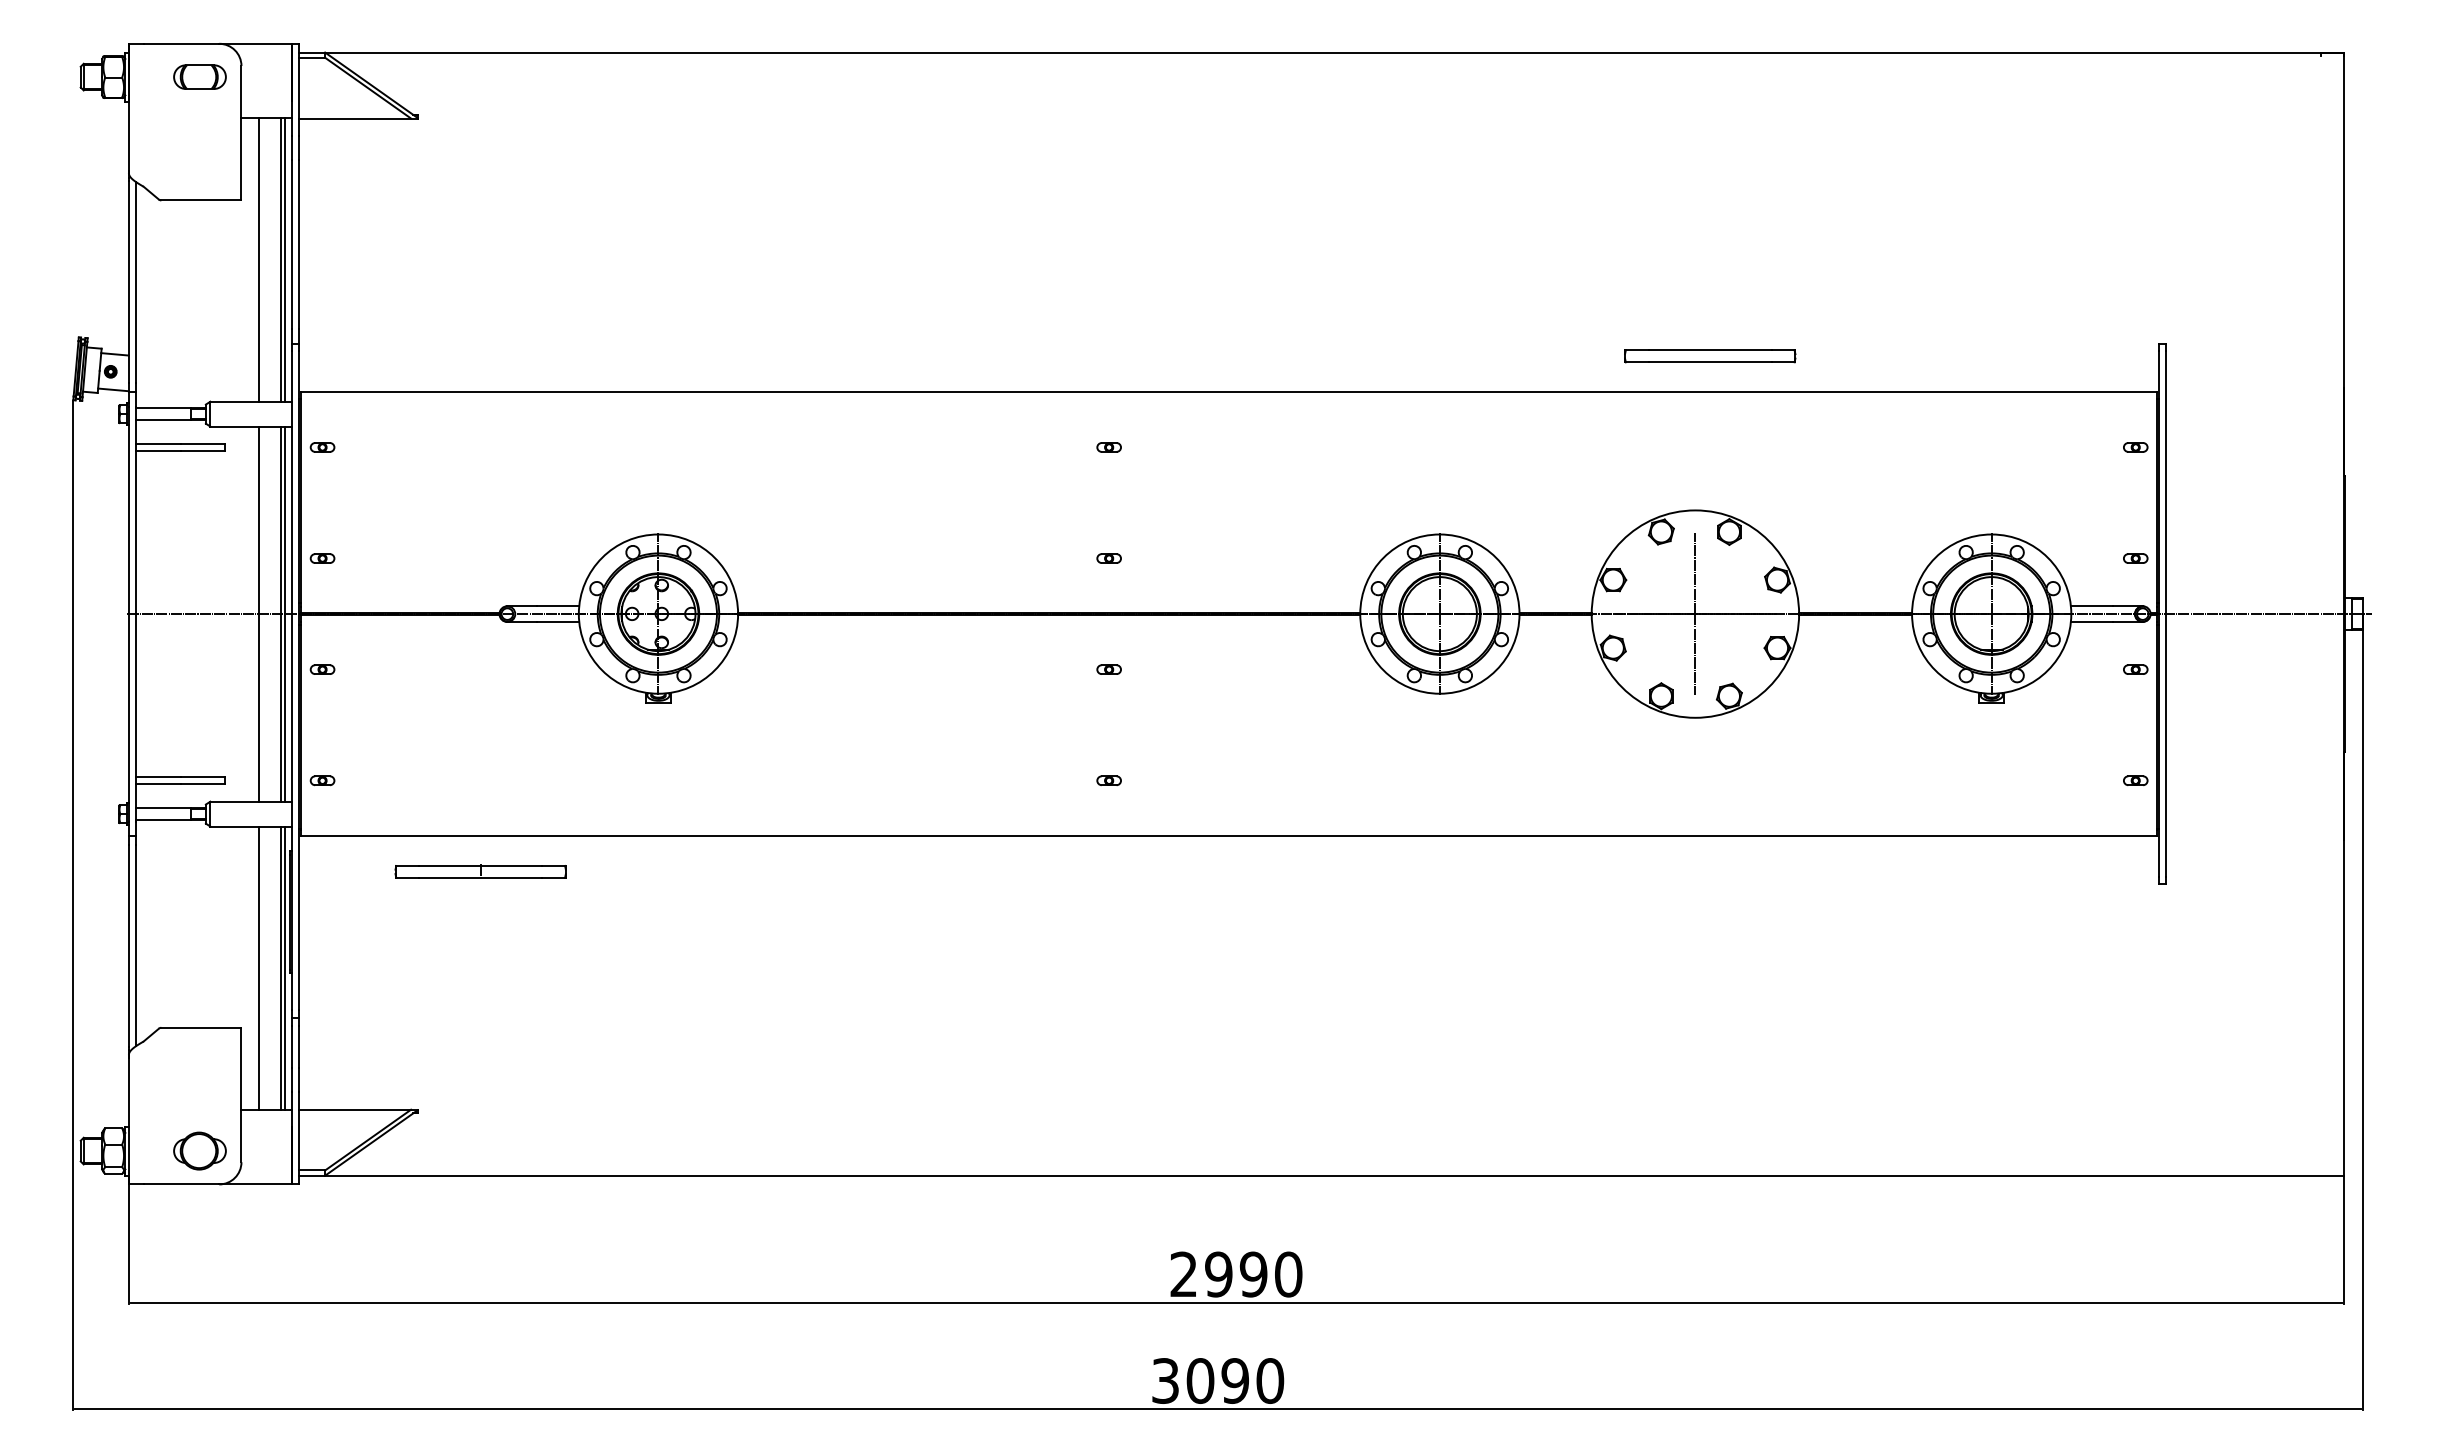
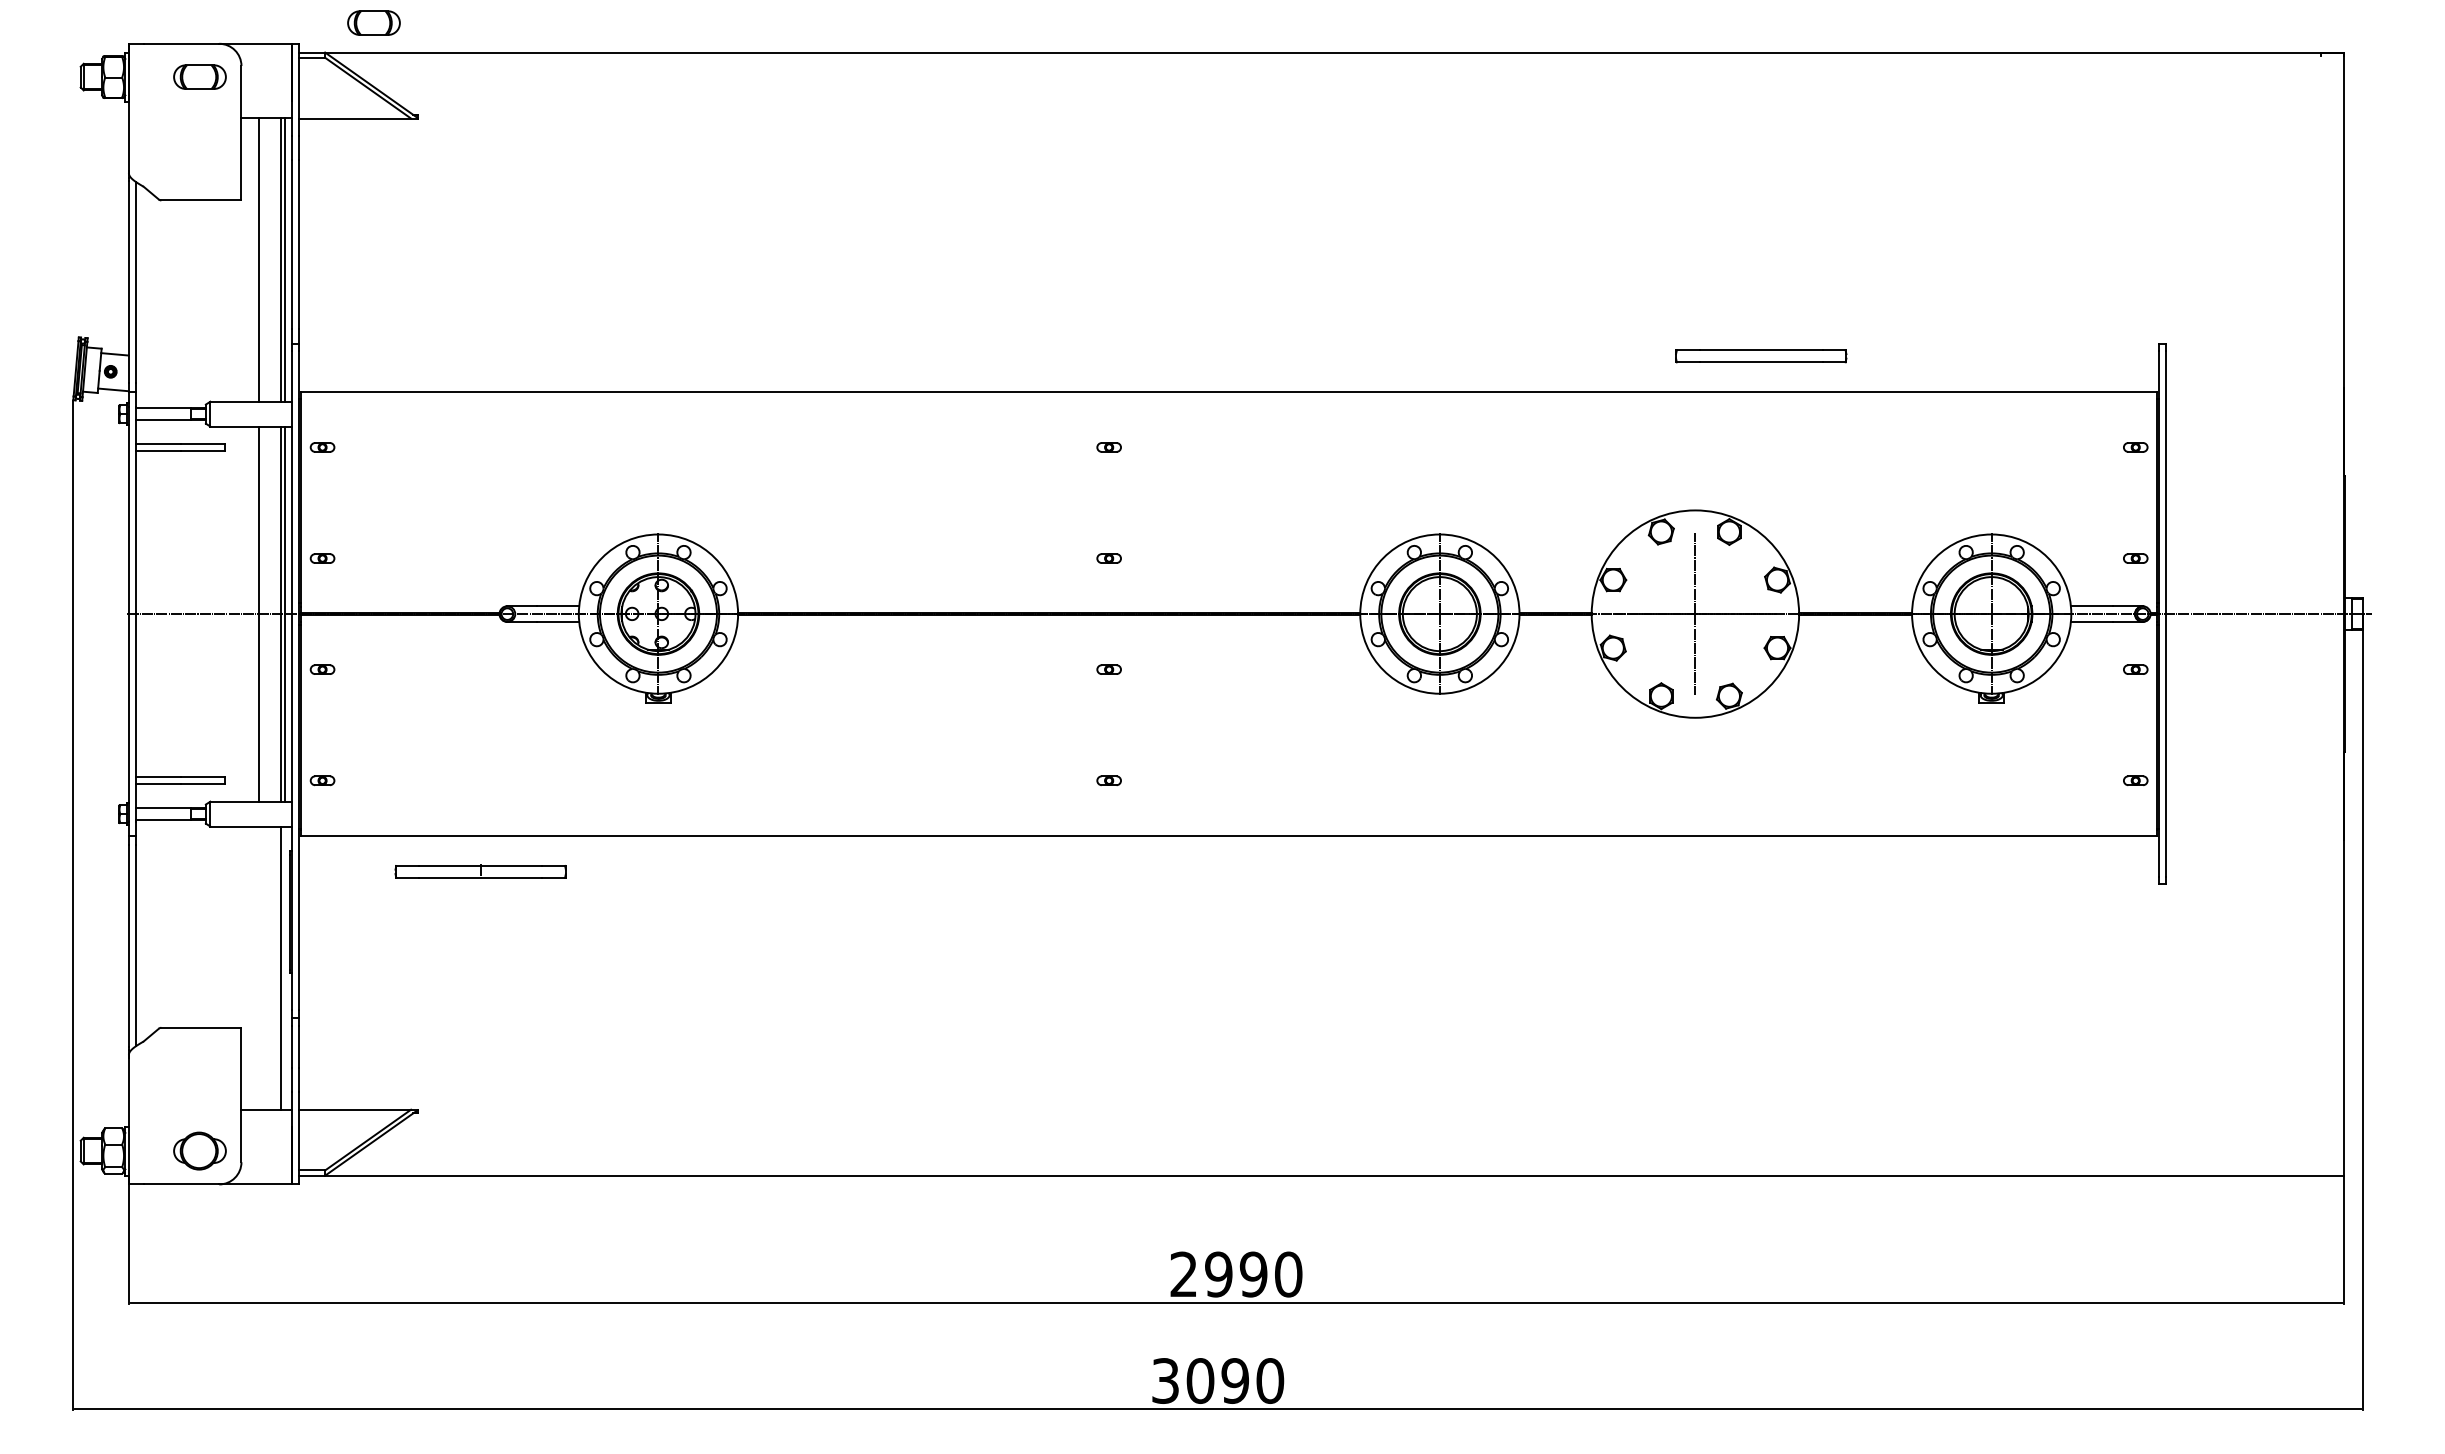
part at (373, 22): none -> present
part at (1710, 356) position: (1710, 356) -> (1761, 356)
line at (258, 968): present -> none
line at (285, 968): present -> none
